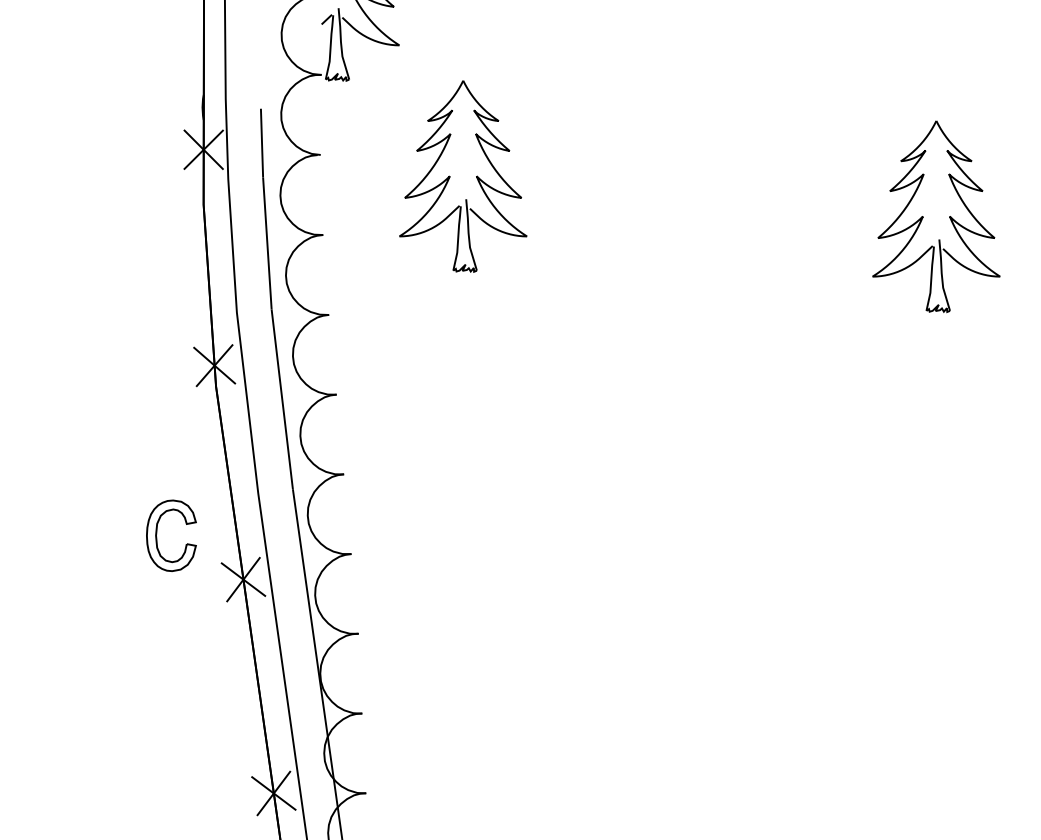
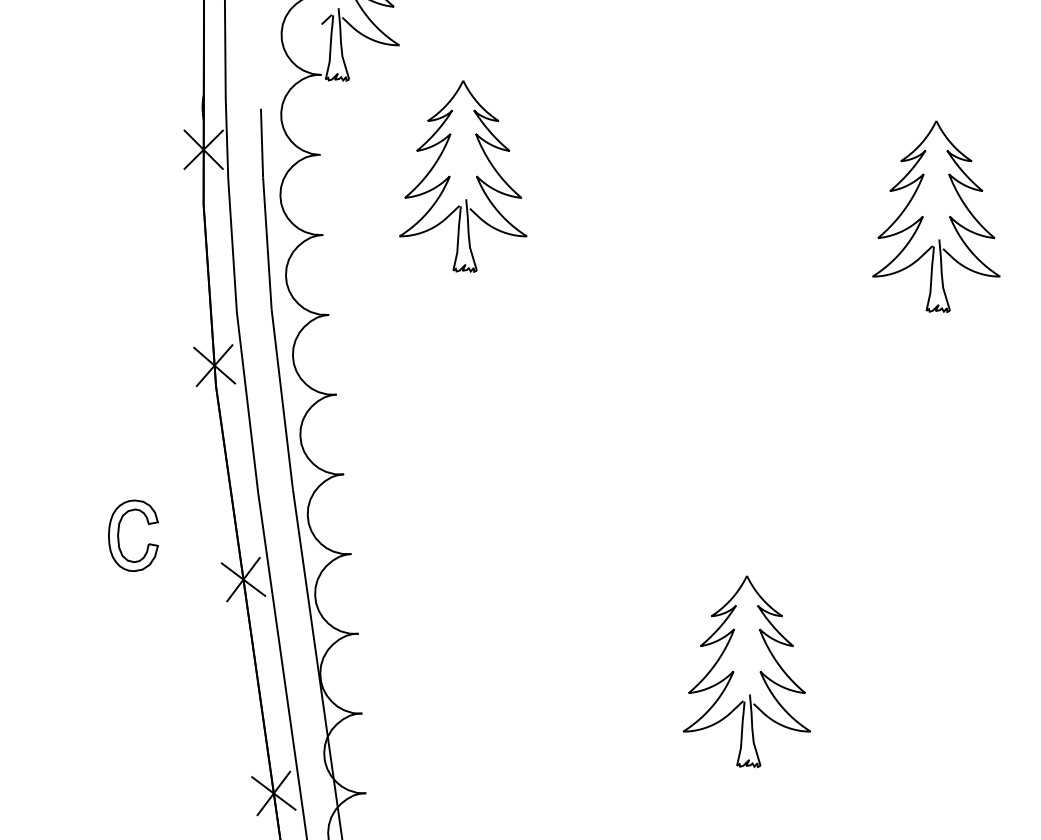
part at (157, 533) position: (157, 533) -> (119, 533)
part at (734, 671): none -> present
